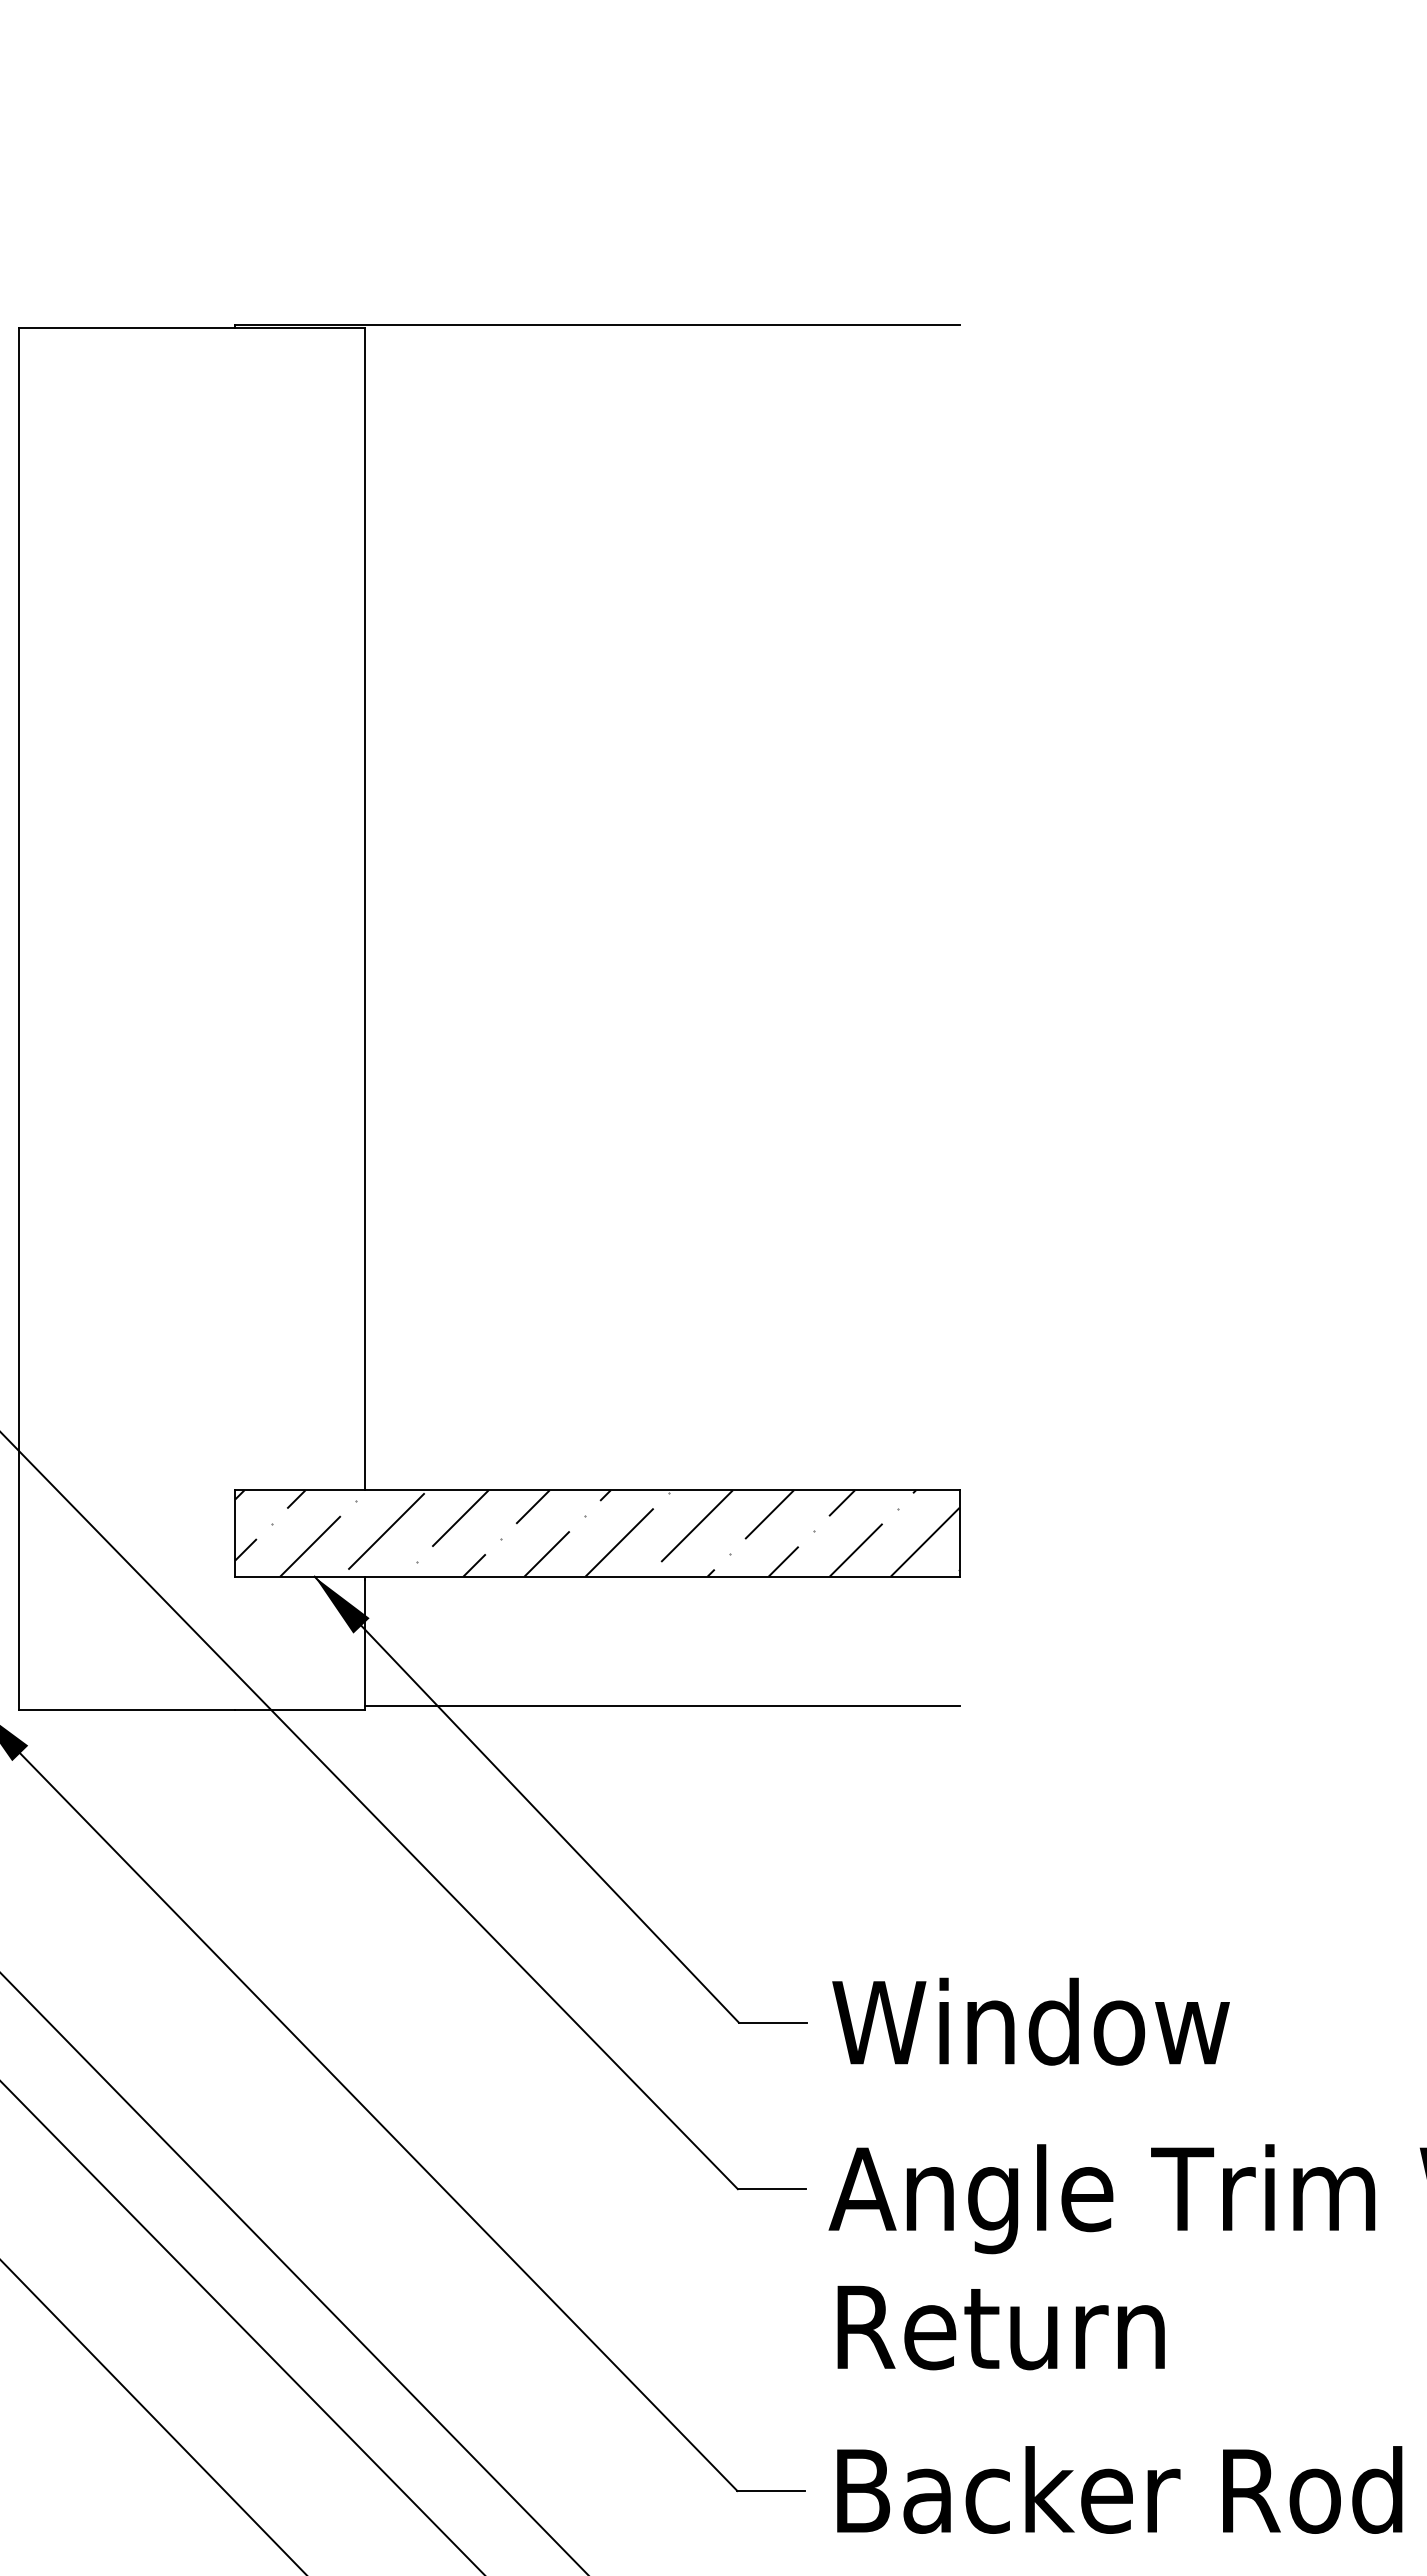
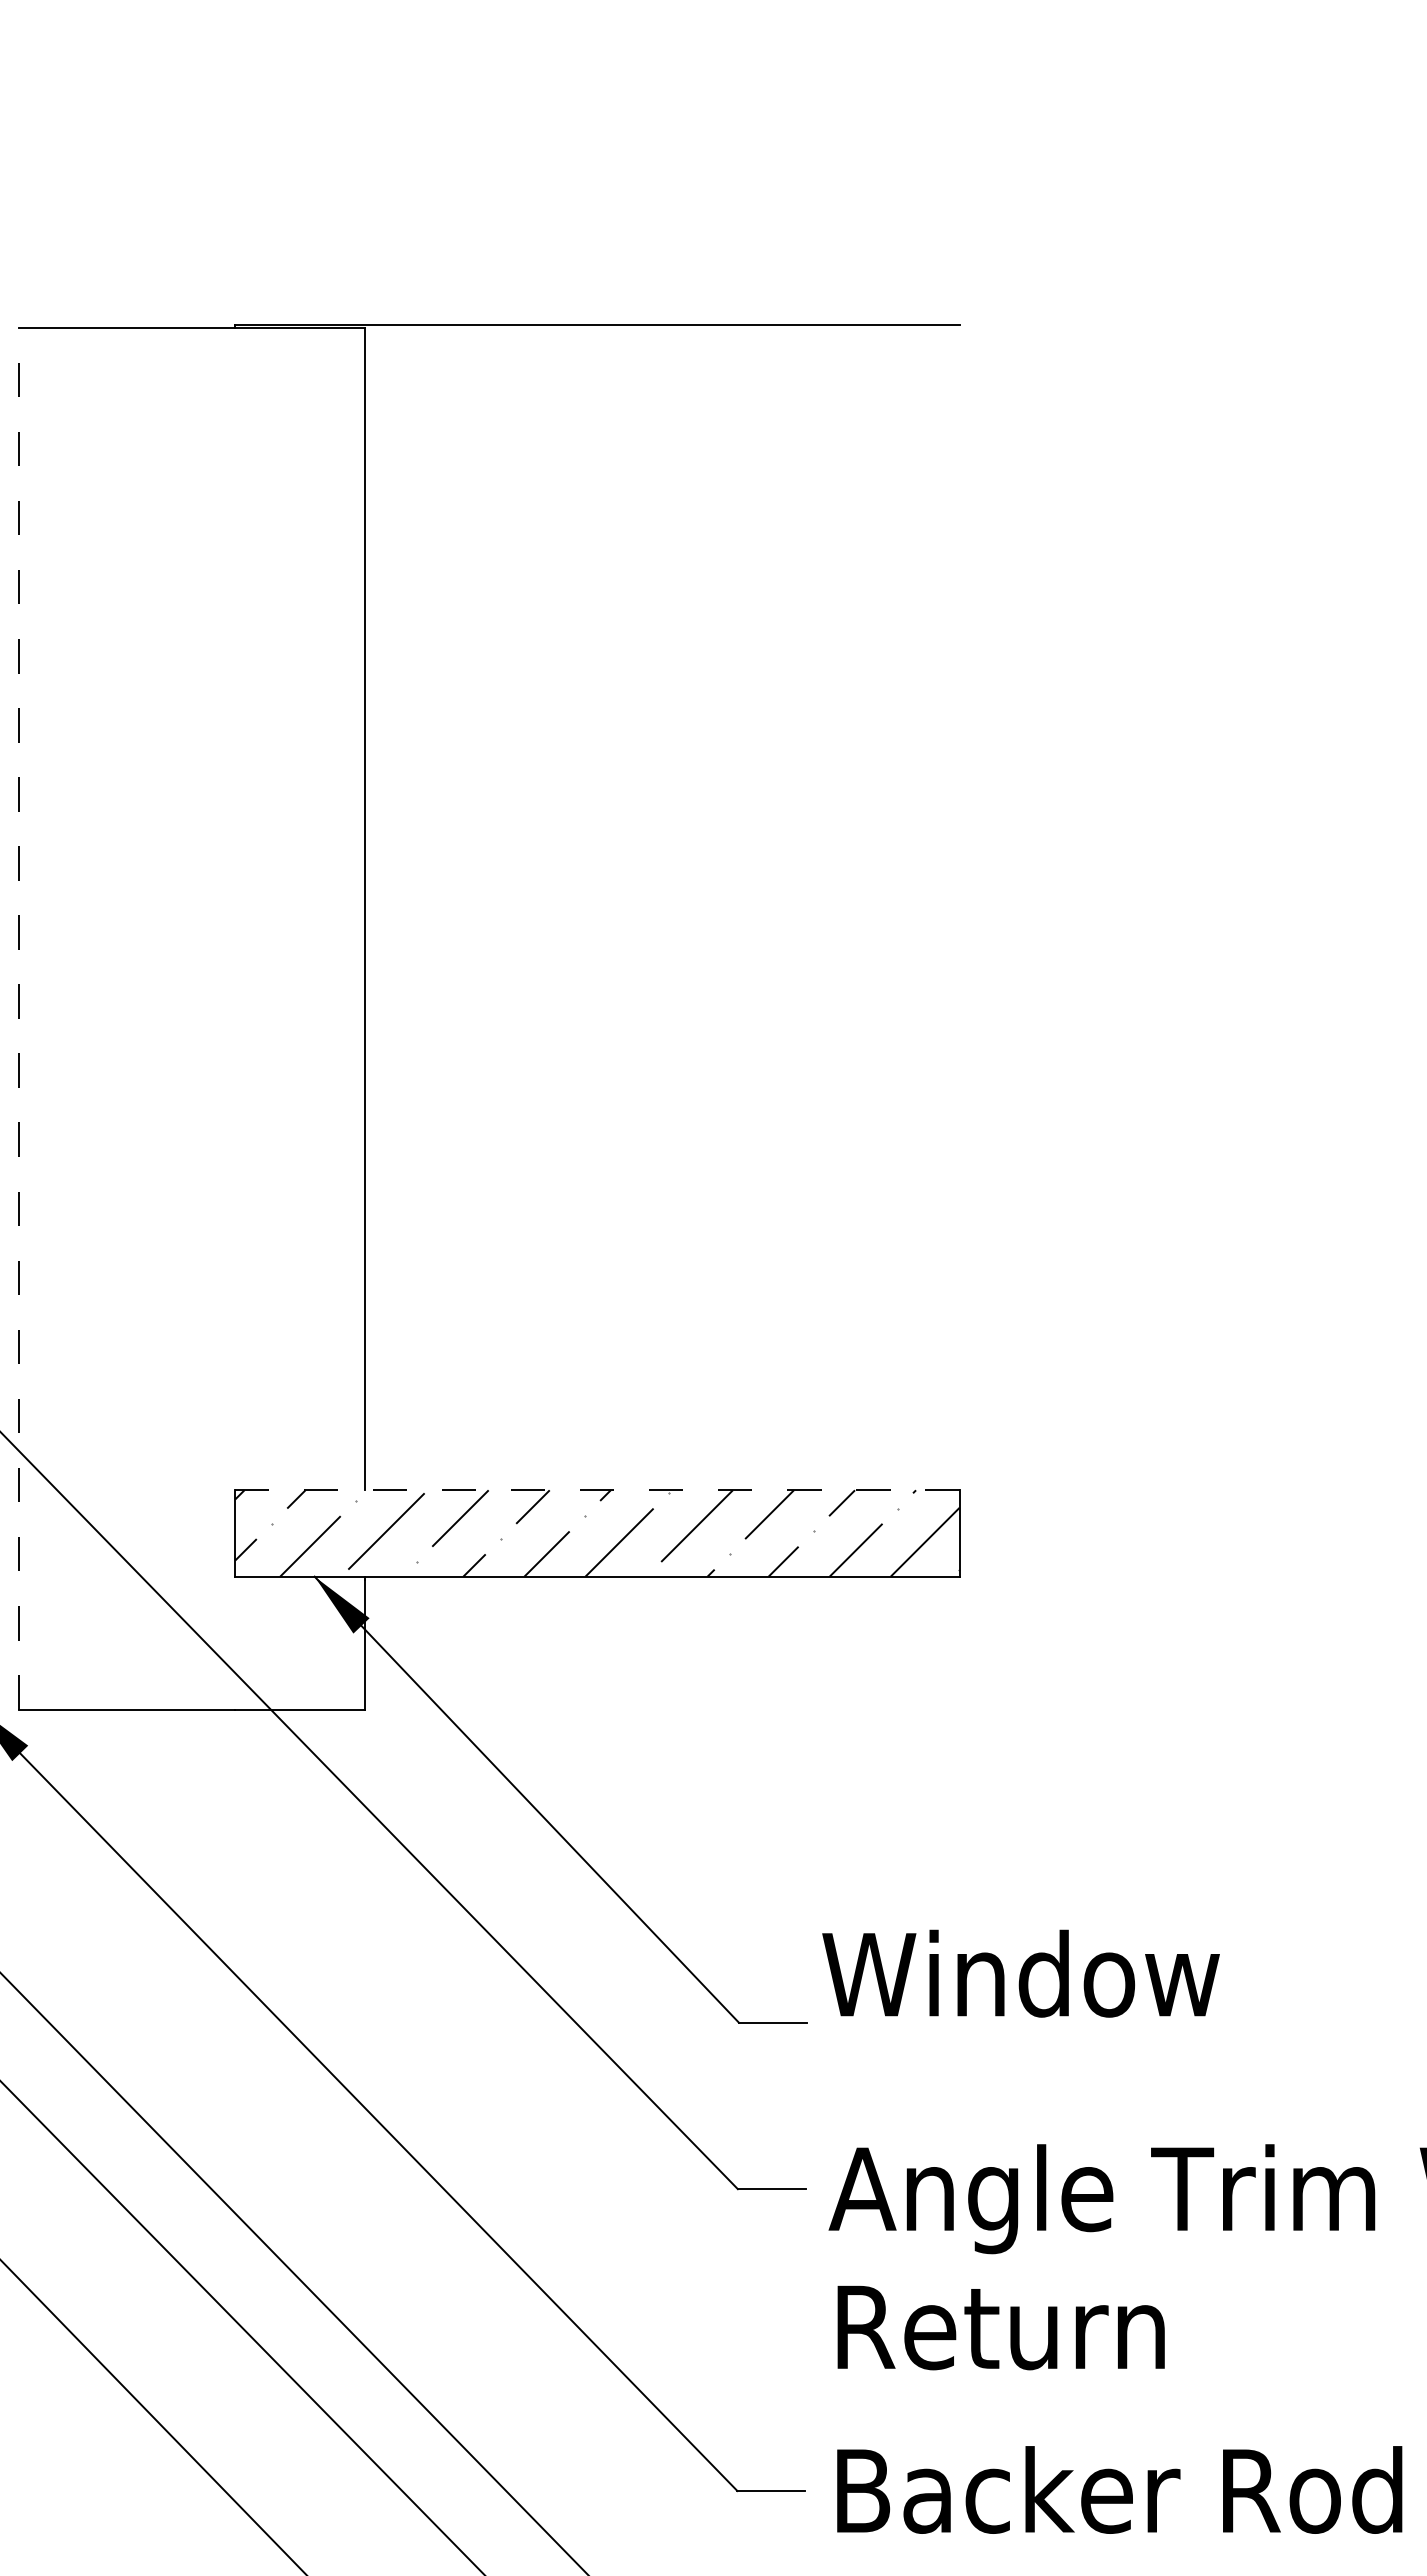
line at (19, 1018): solid -> dashed
line at (597, 1490): solid -> dashed
line at (661, 1706): present -> none
text at (1030, 2021) position: (1030, 2021) -> (1020, 1973)
